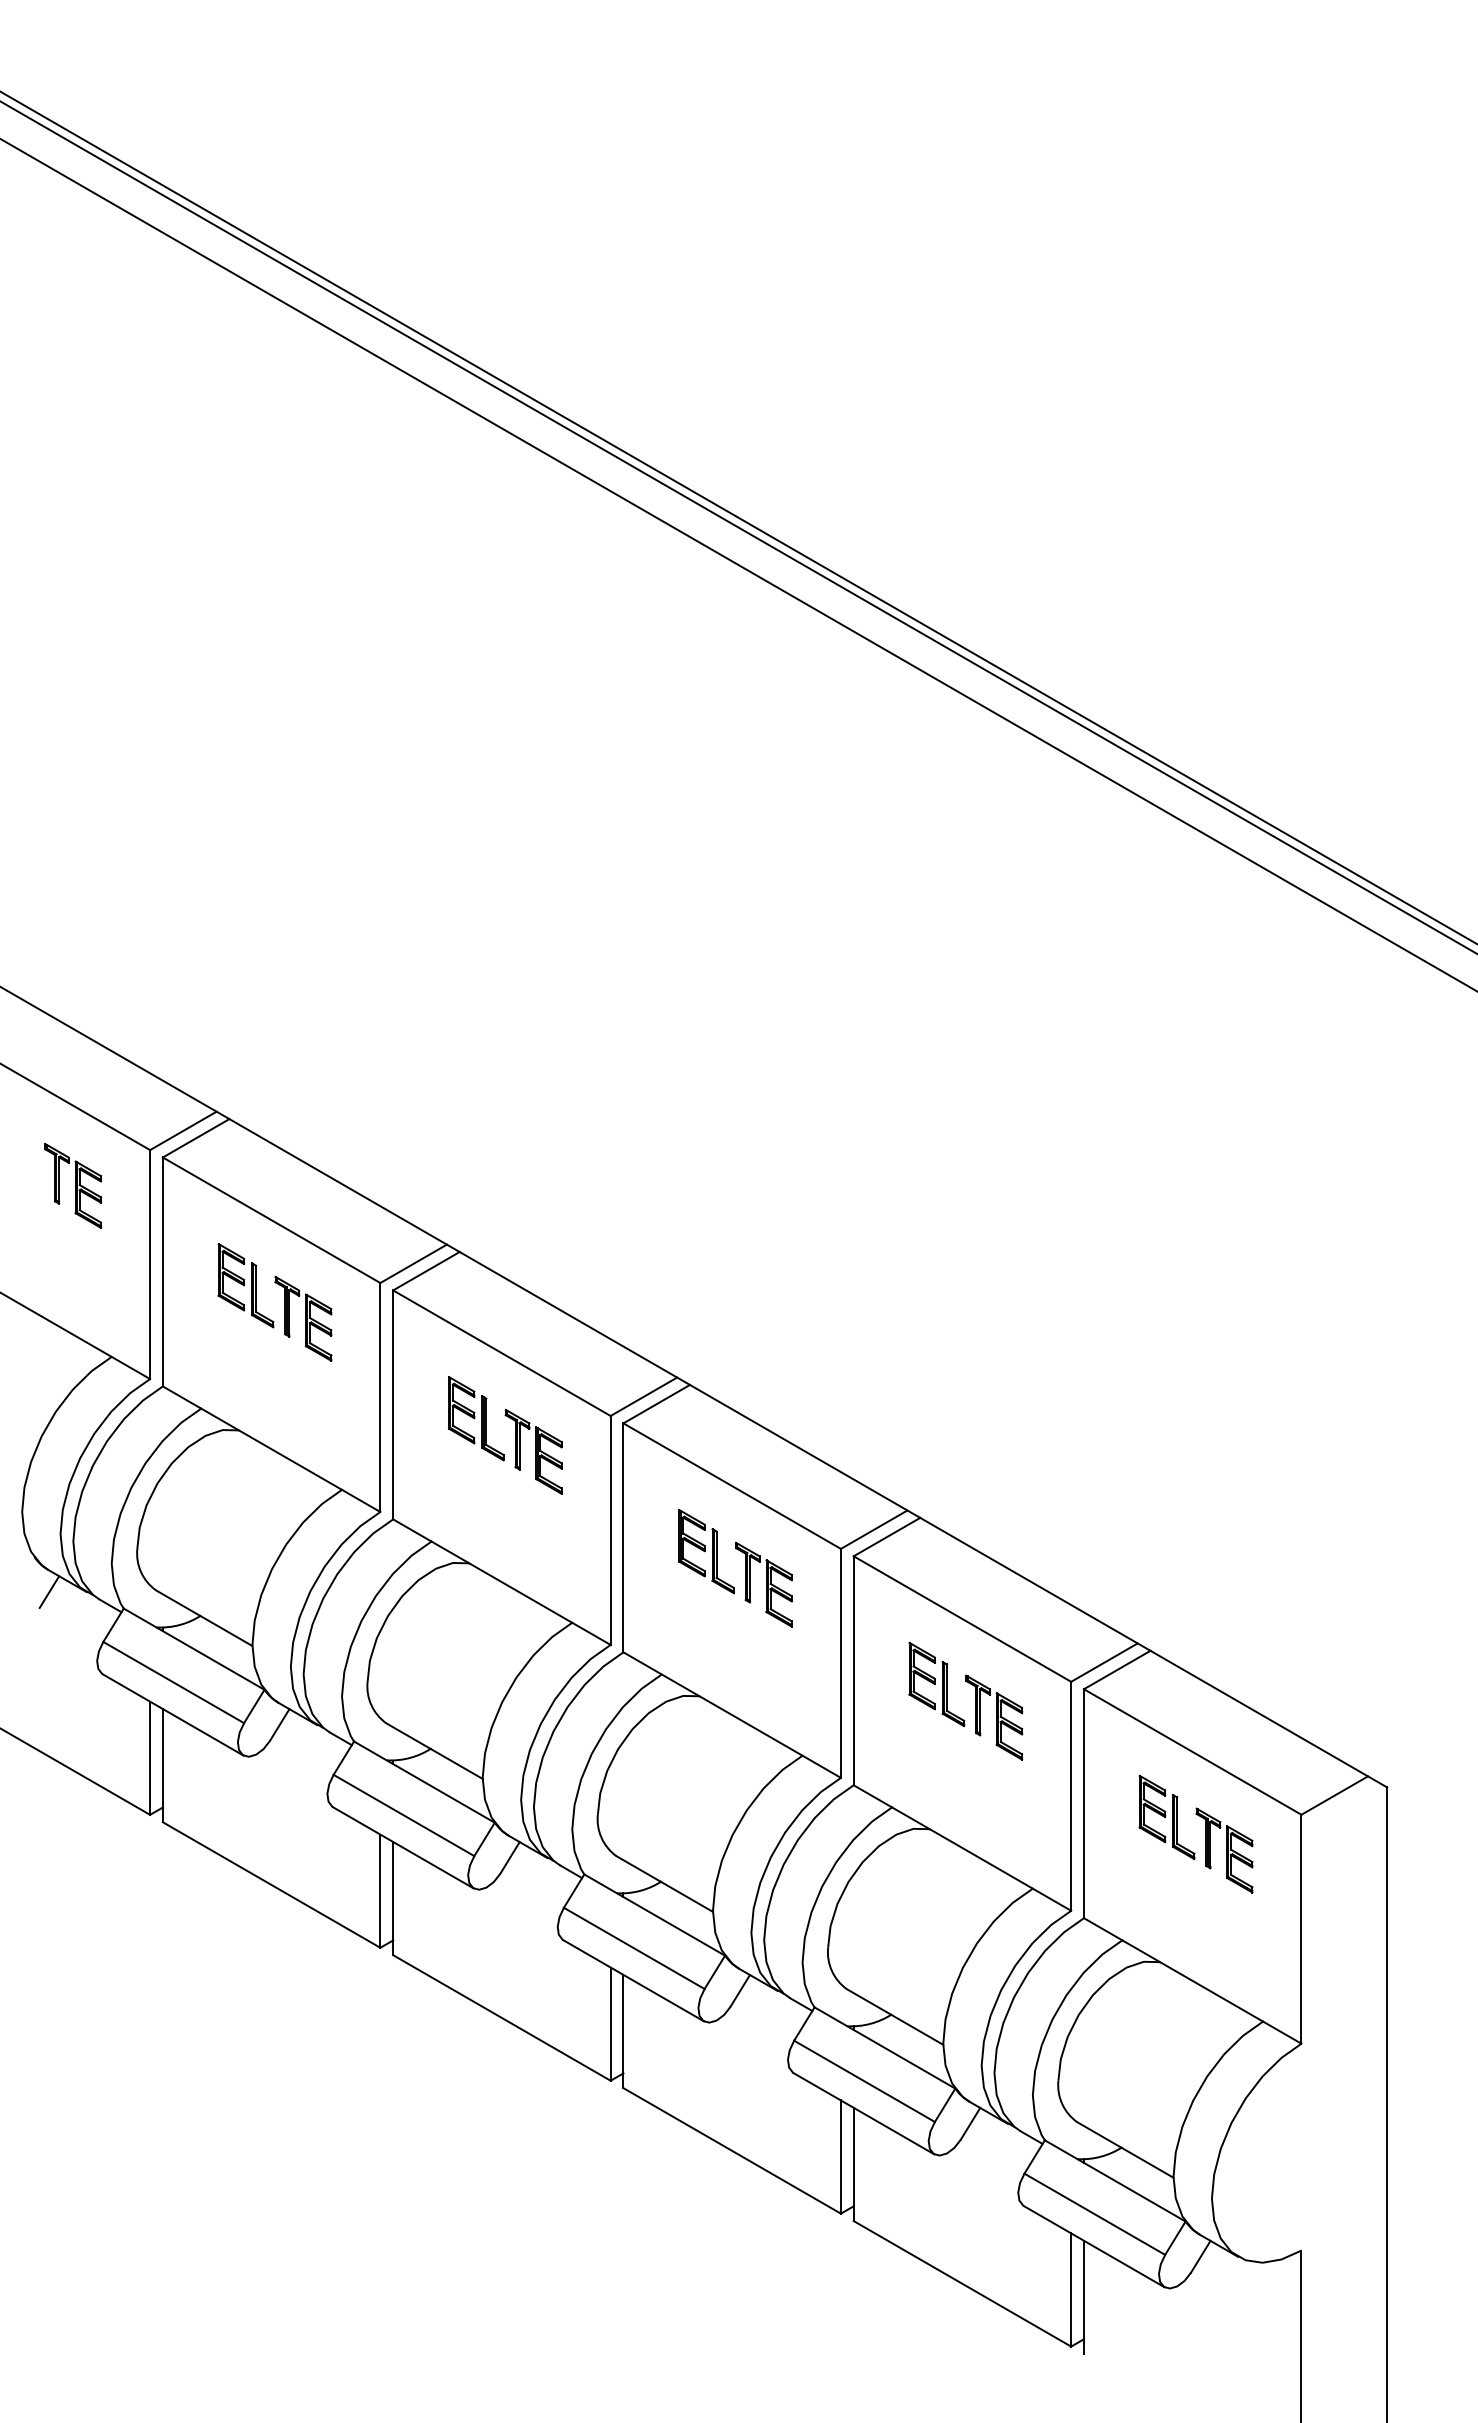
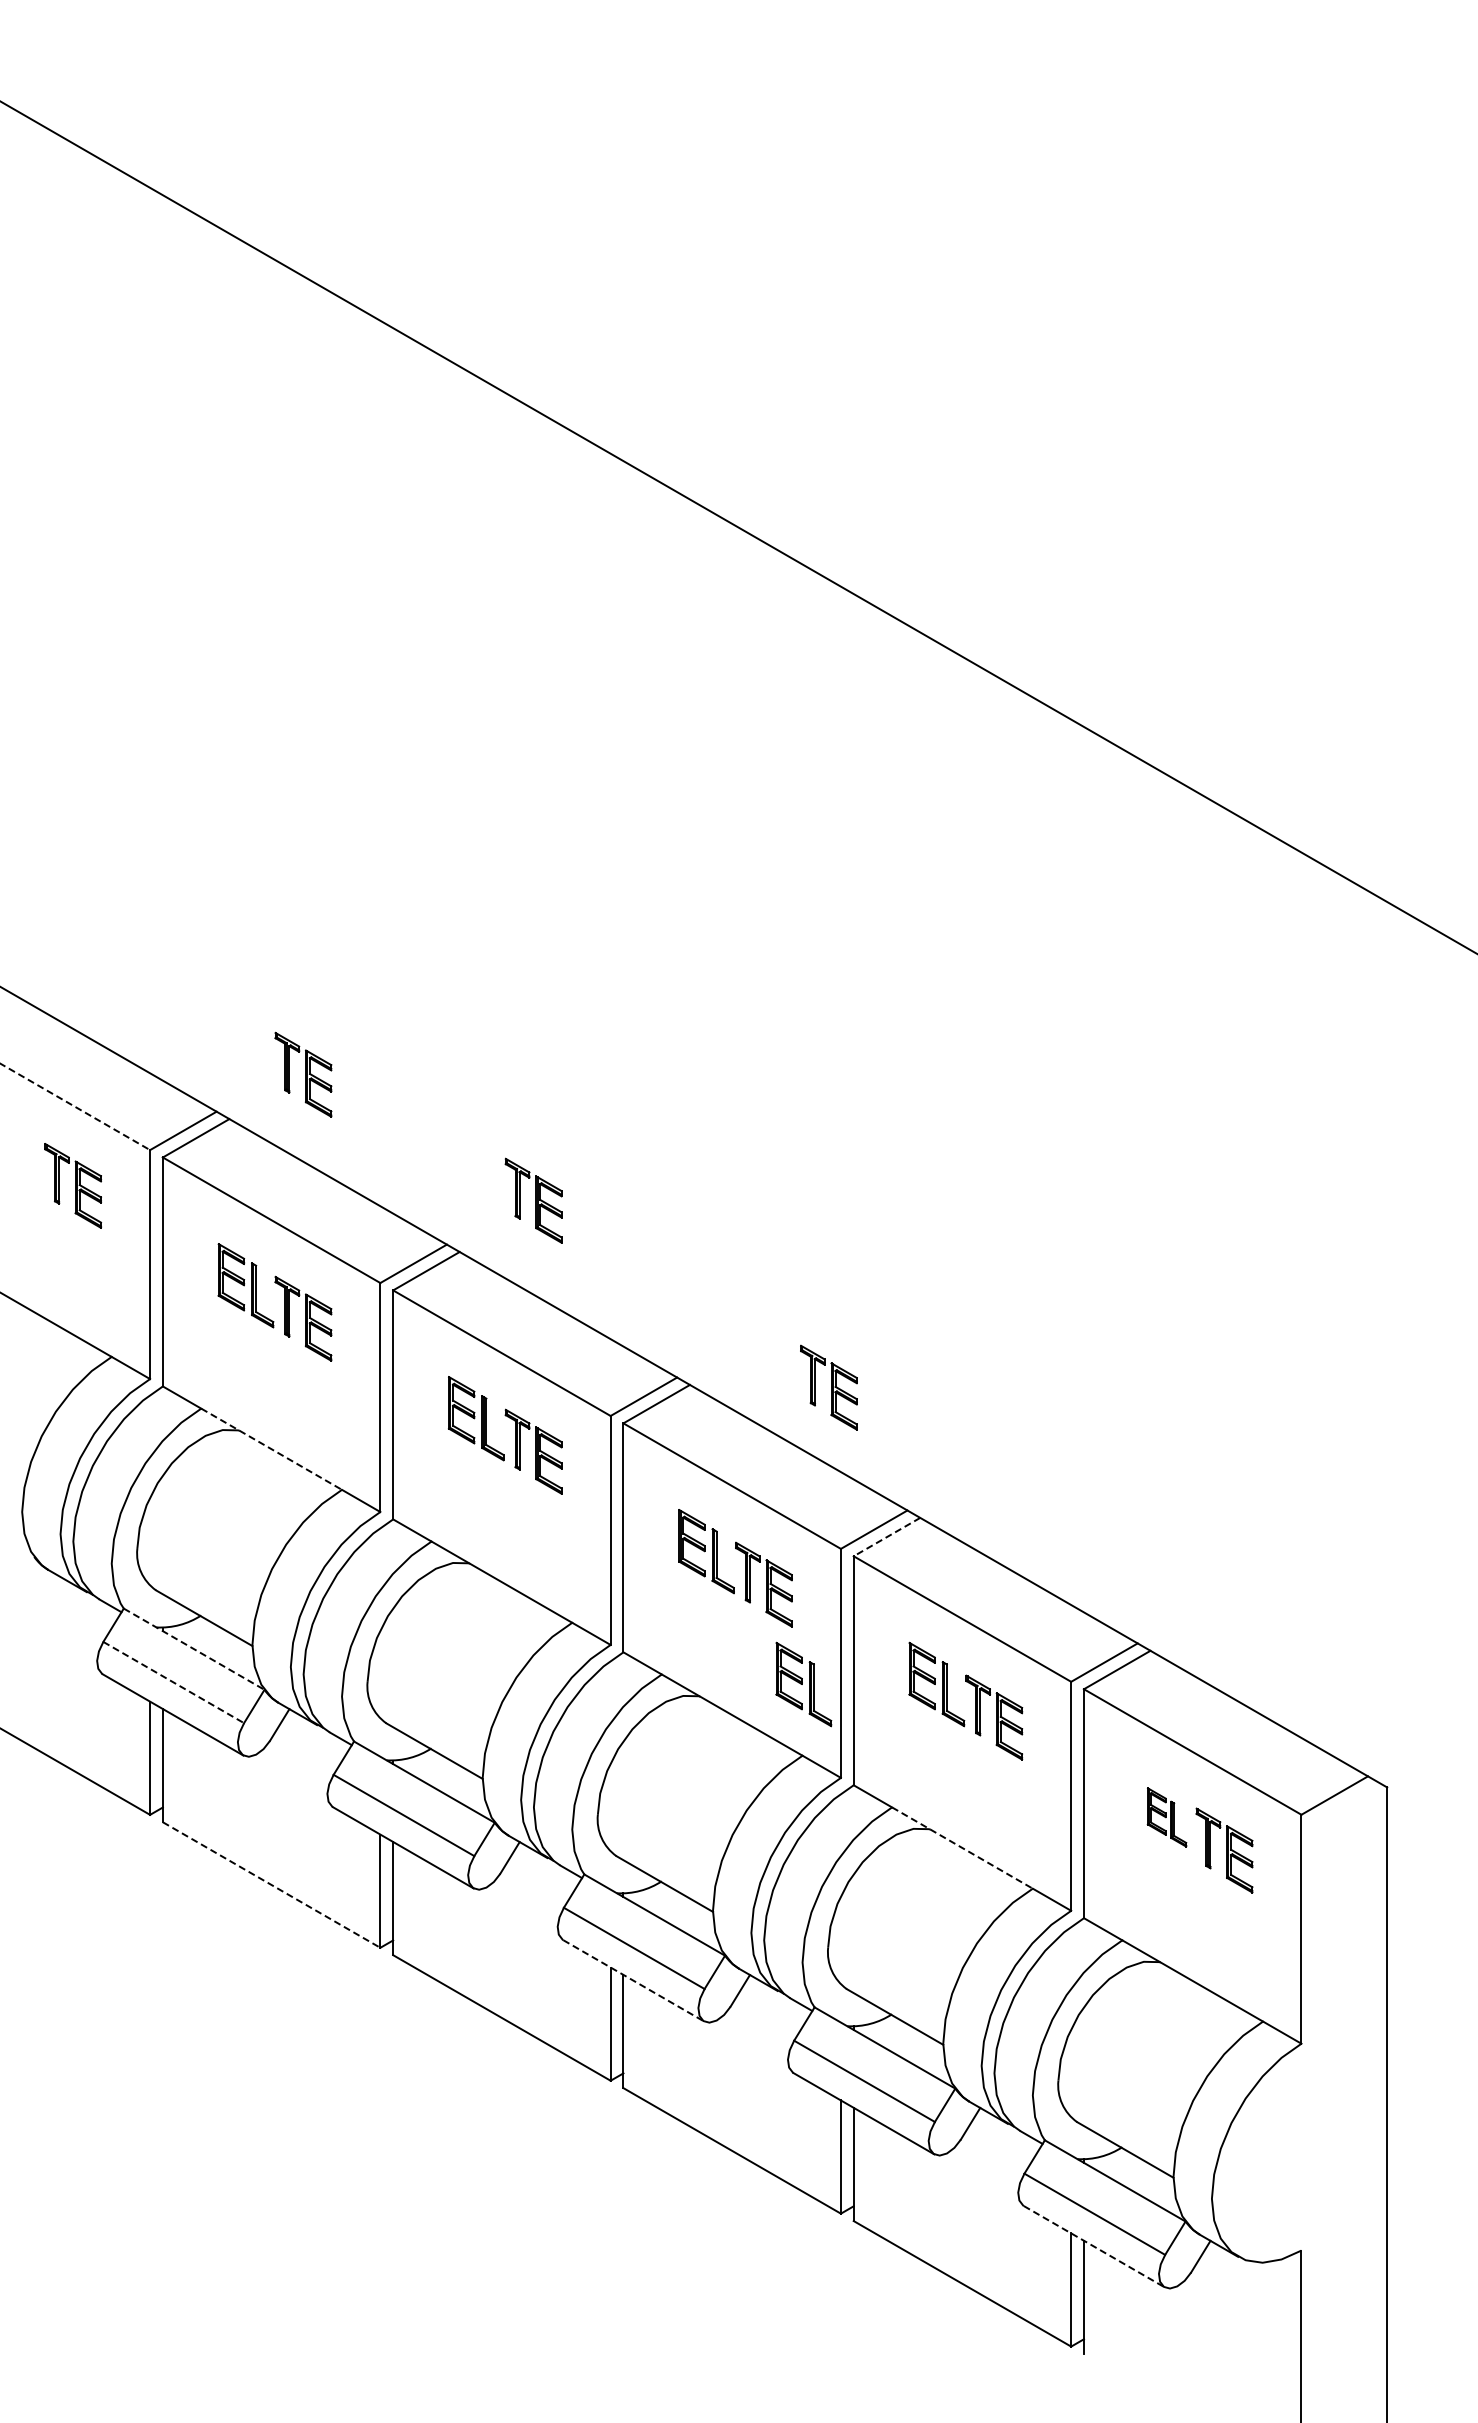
line at (738, 517): present -> none
line at (738, 564): present -> none
part at (303, 1074): none -> present
line at (75, 1107): solid -> dashed
part at (533, 1200): none -> present
part at (828, 1387): none -> present
line at (272, 1449): solid -> dashed
line at (886, 1537): solid -> dashed
line at (49, 1591): present -> none
line at (194, 1649): solid -> dashed
line at (174, 1682): solid -> dashed
part at (803, 1684): none -> present
part at (1166, 1817) size: 58x87 px -> 42x61 px
line at (962, 1848): solid -> dashed
line at (271, 1885): solid -> dashed
line at (634, 1981): solid -> dashed
line at (1094, 2246): solid -> dashed
